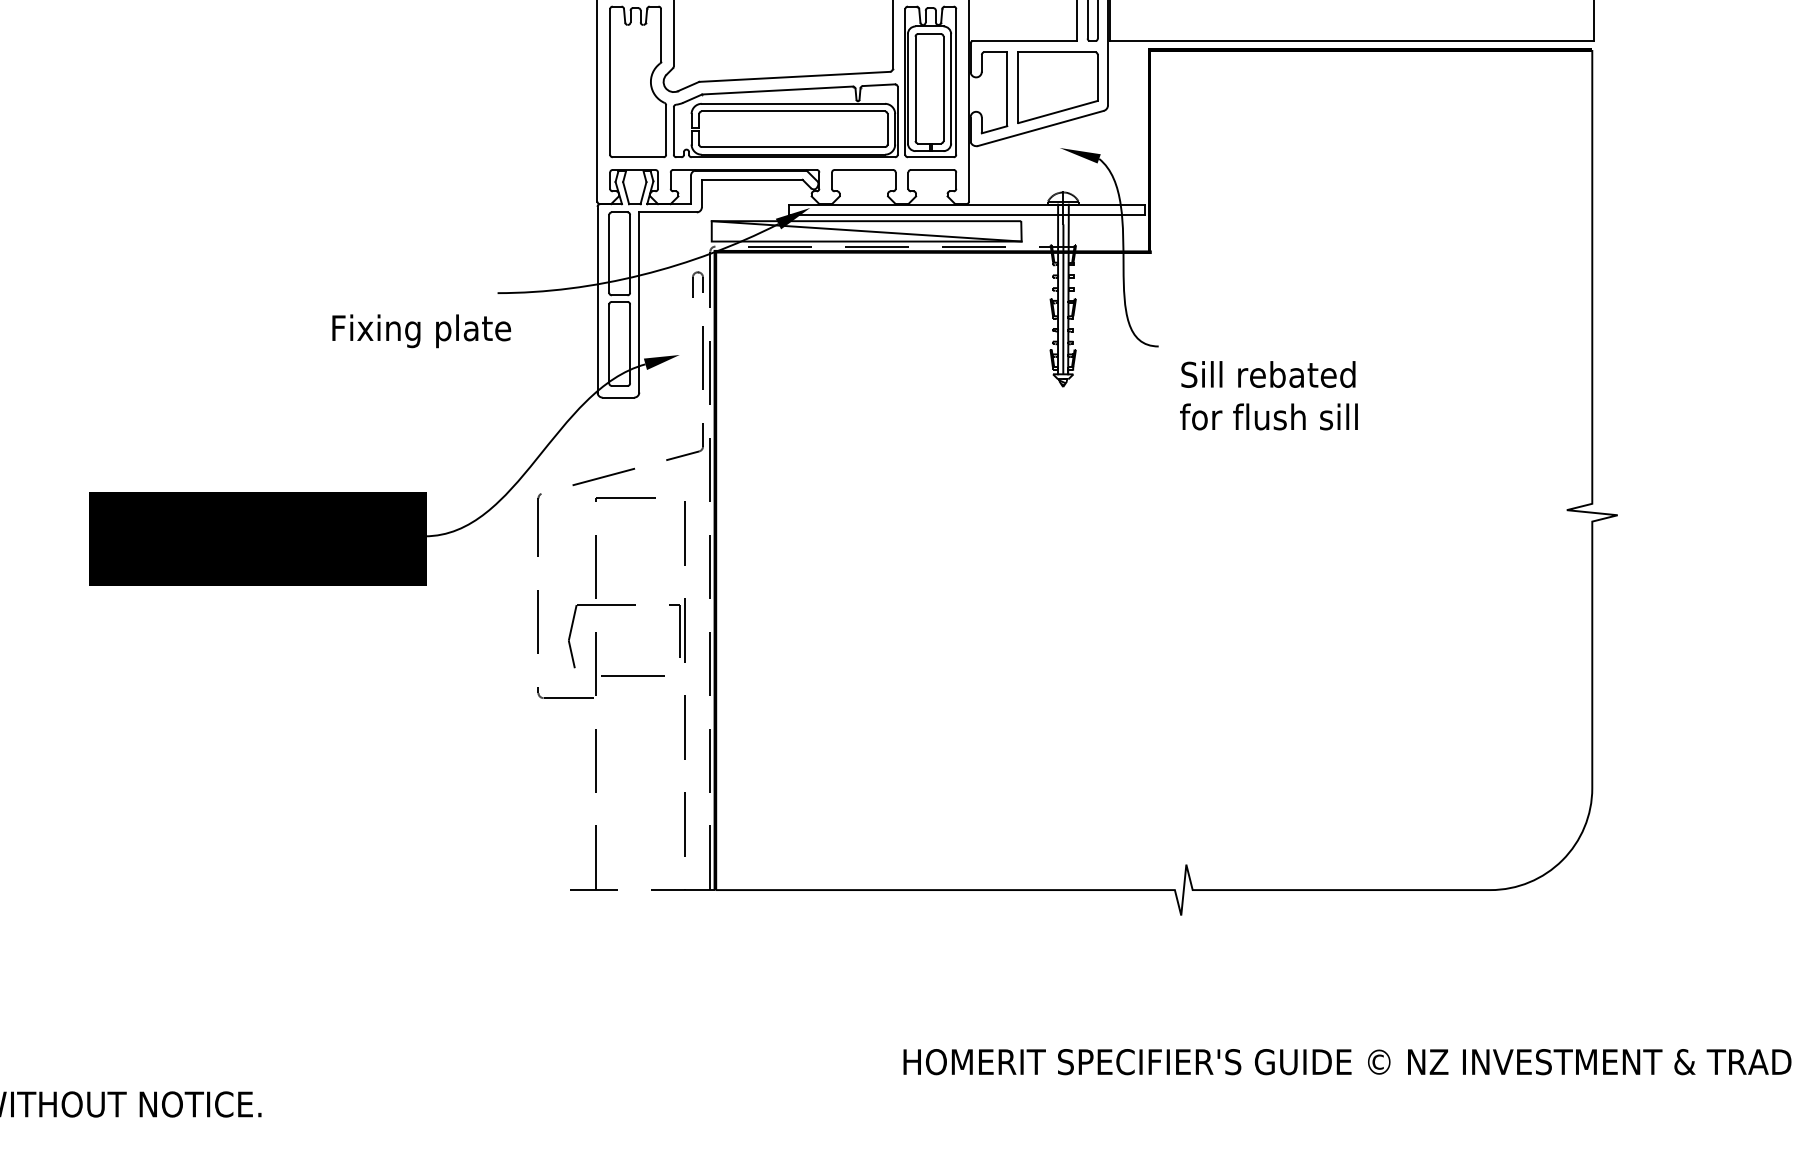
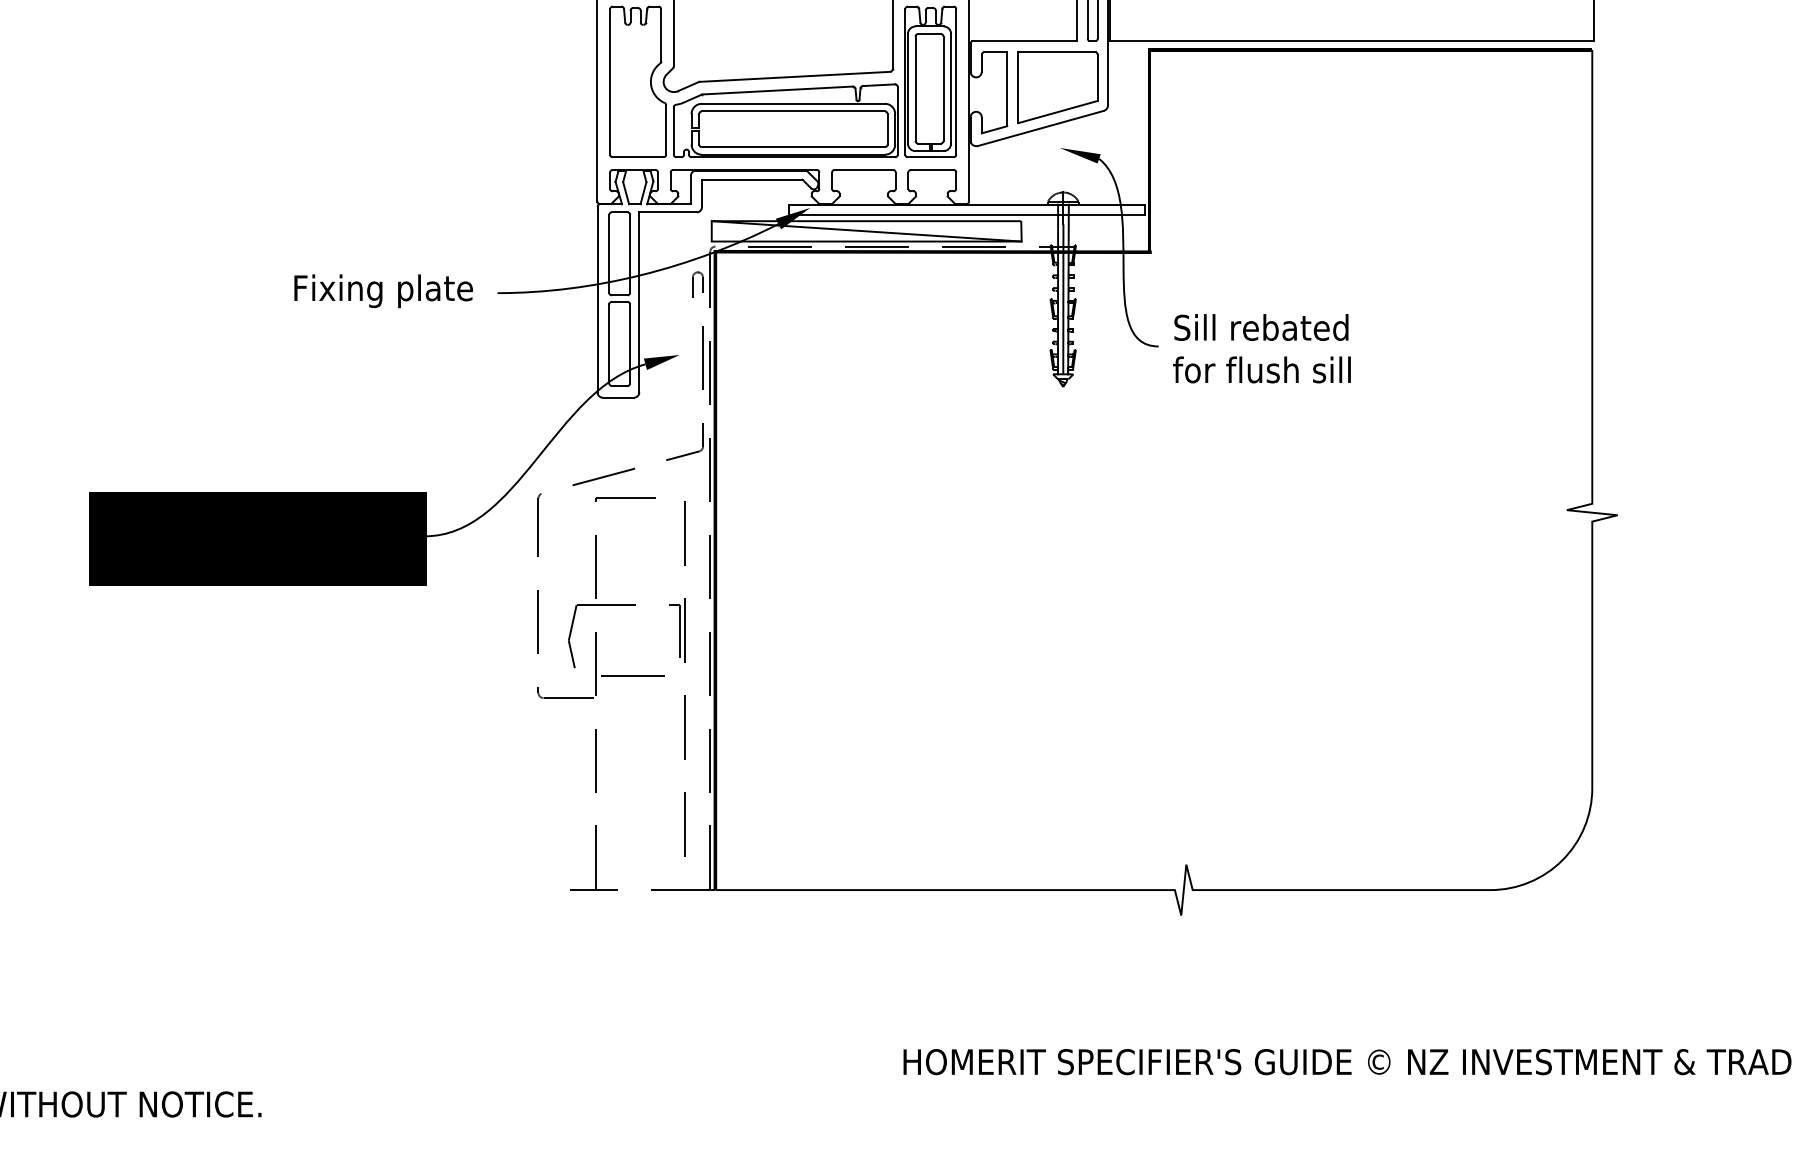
text at (421, 331) position: (421, 331) -> (383, 291)
text at (1268, 395) position: (1268, 395) -> (1261, 348)
